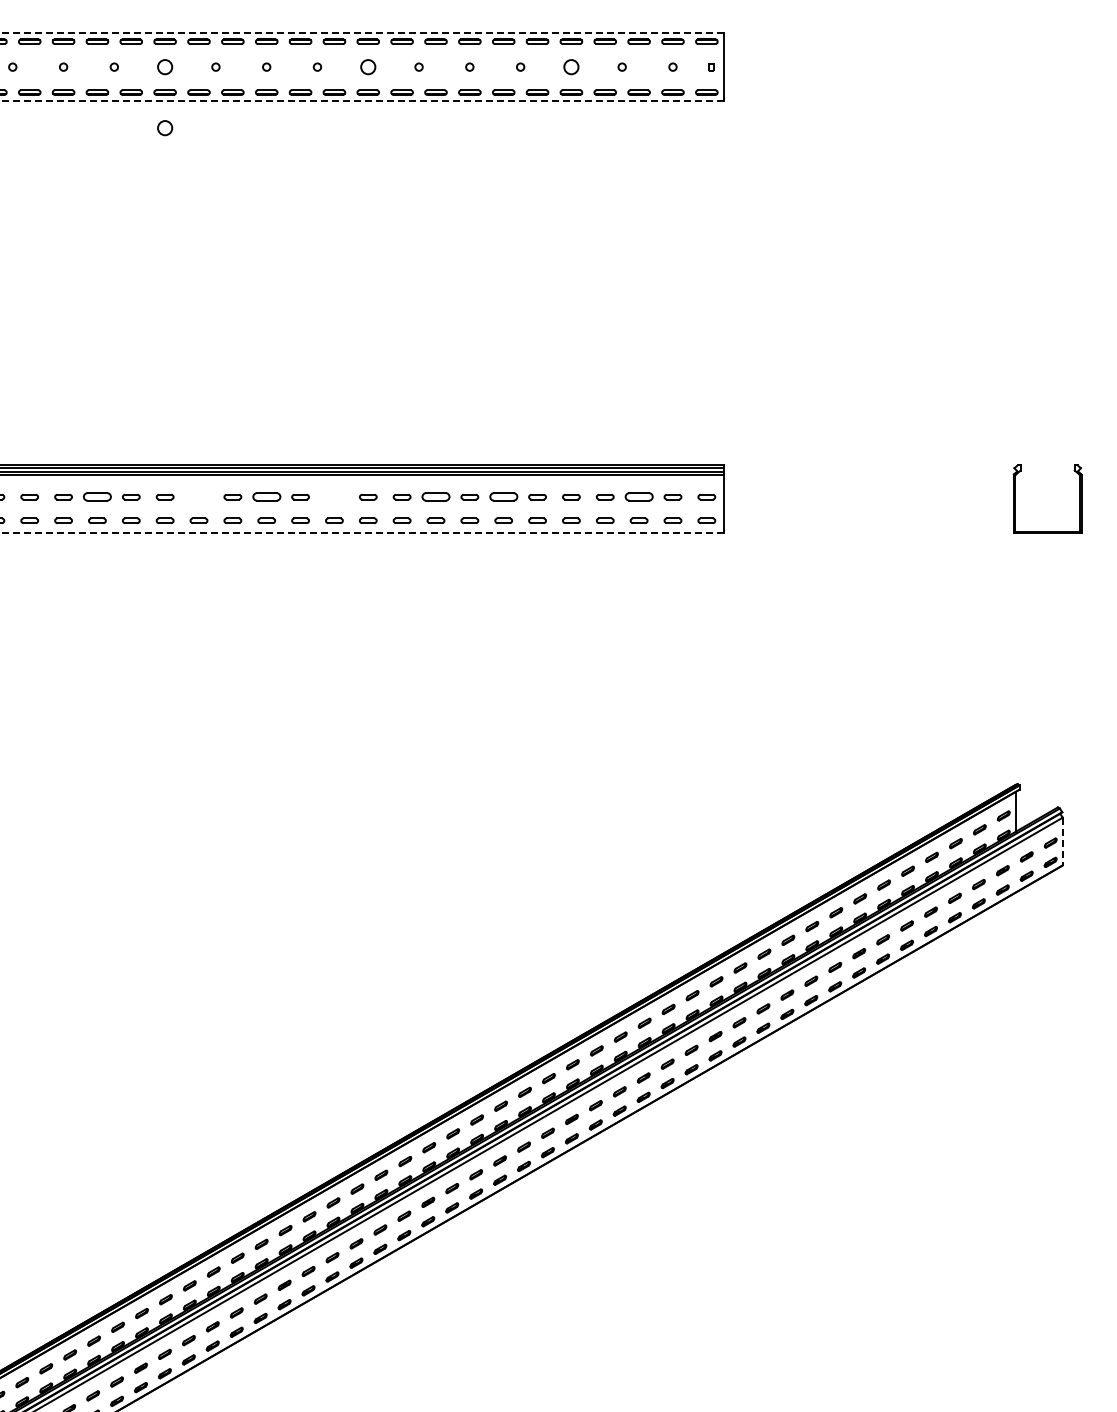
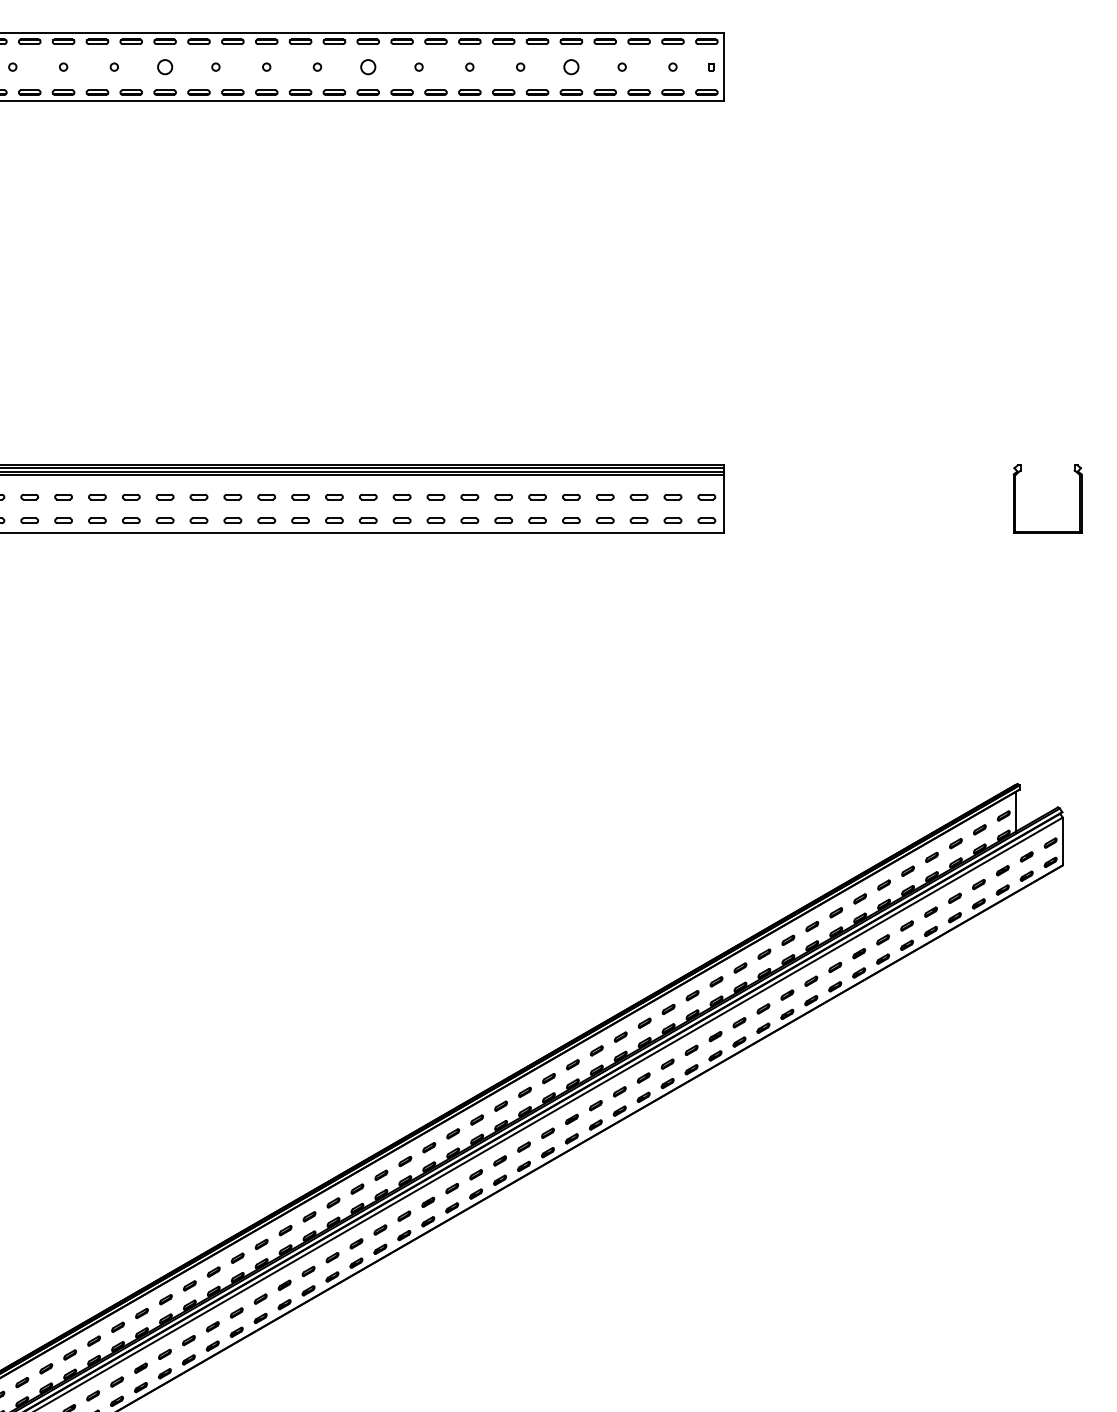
line at (361, 33): dashed -> solid
line at (361, 101): dashed -> solid
circle at (165, 128): present -> none
part at (97, 496) size: 29x10 px -> 19x7 px
part at (266, 496) size: 30x10 px -> 19x7 px
part at (435, 496) size: 30x10 px -> 20x7 px
part at (503, 496) size: 30x10 px -> 19x7 px
part at (638, 496) size: 30x10 px -> 20x7 px
part at (198, 497): none -> present
part at (334, 497): none -> present
line at (361, 533): dashed -> solid
line at (1062, 841): dashed -> solid
